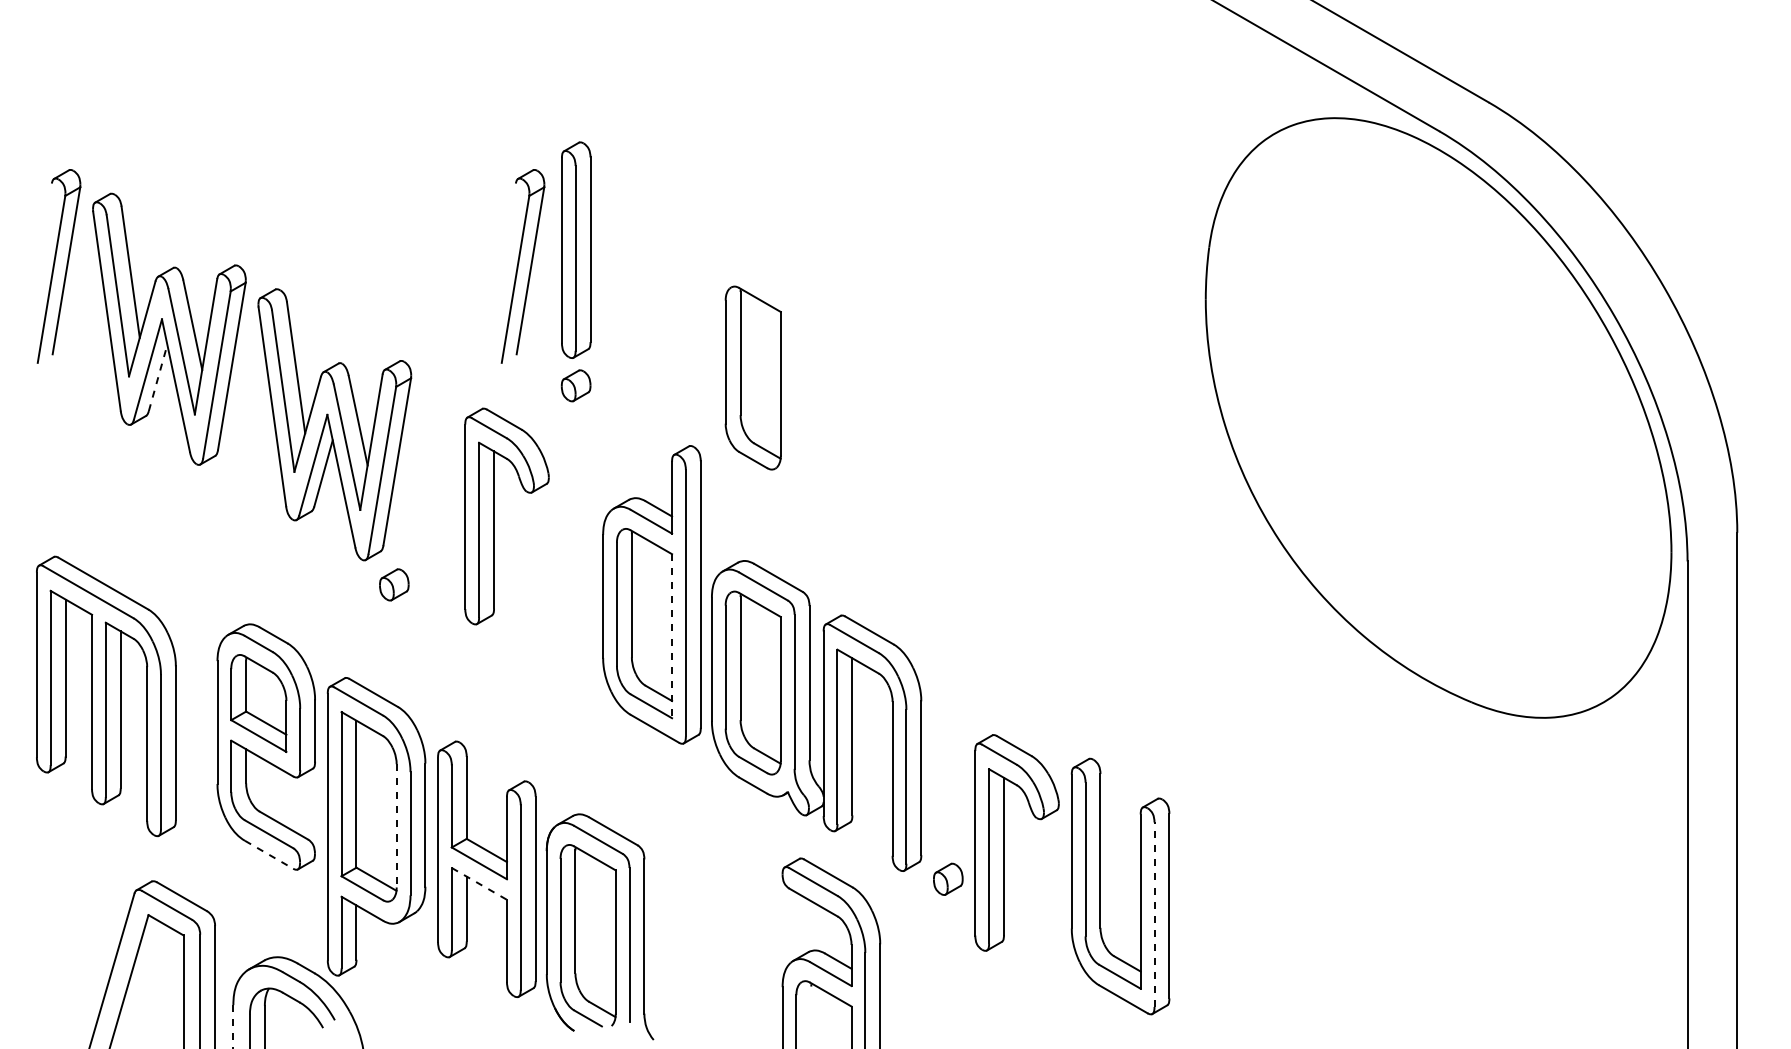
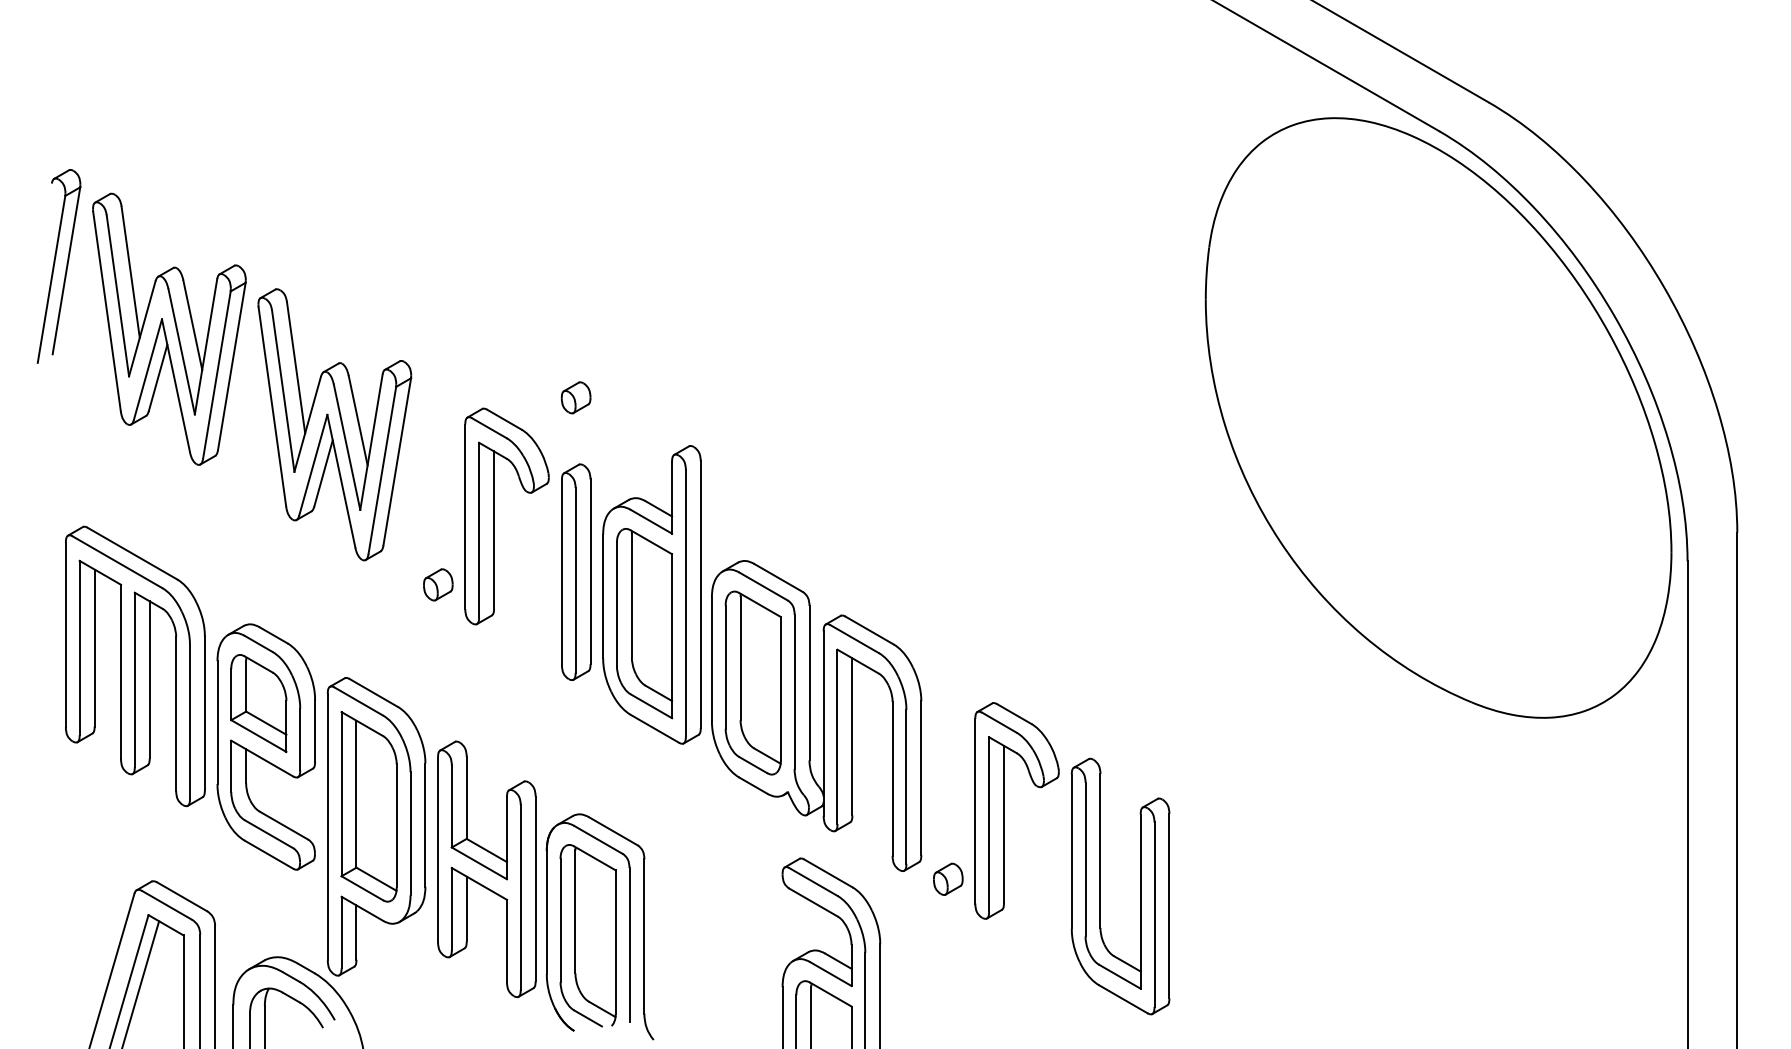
part at (576, 249) position: (576, 249) -> (576, 571)
part at (522, 266): present -> none
line at (158, 377): dashed -> solid
part at (752, 377): present -> none
part at (575, 385) position: (575, 385) -> (575, 397)
part at (394, 584) position: (394, 584) -> (438, 584)
line at (672, 636): dashed -> solid
part at (106, 696) position: (106, 696) -> (135, 666)
line at (396, 825): dashed -> solid
part at (1004, 842) position: (1004, 842) -> (1004, 810)
line at (269, 854): dashed -> solid
line at (479, 883): dashed -> solid
line at (1154, 914): dashed -> solid
line at (140, 983): none -> present
line at (811, 1015): none -> present
line at (233, 1027): dashed -> solid
